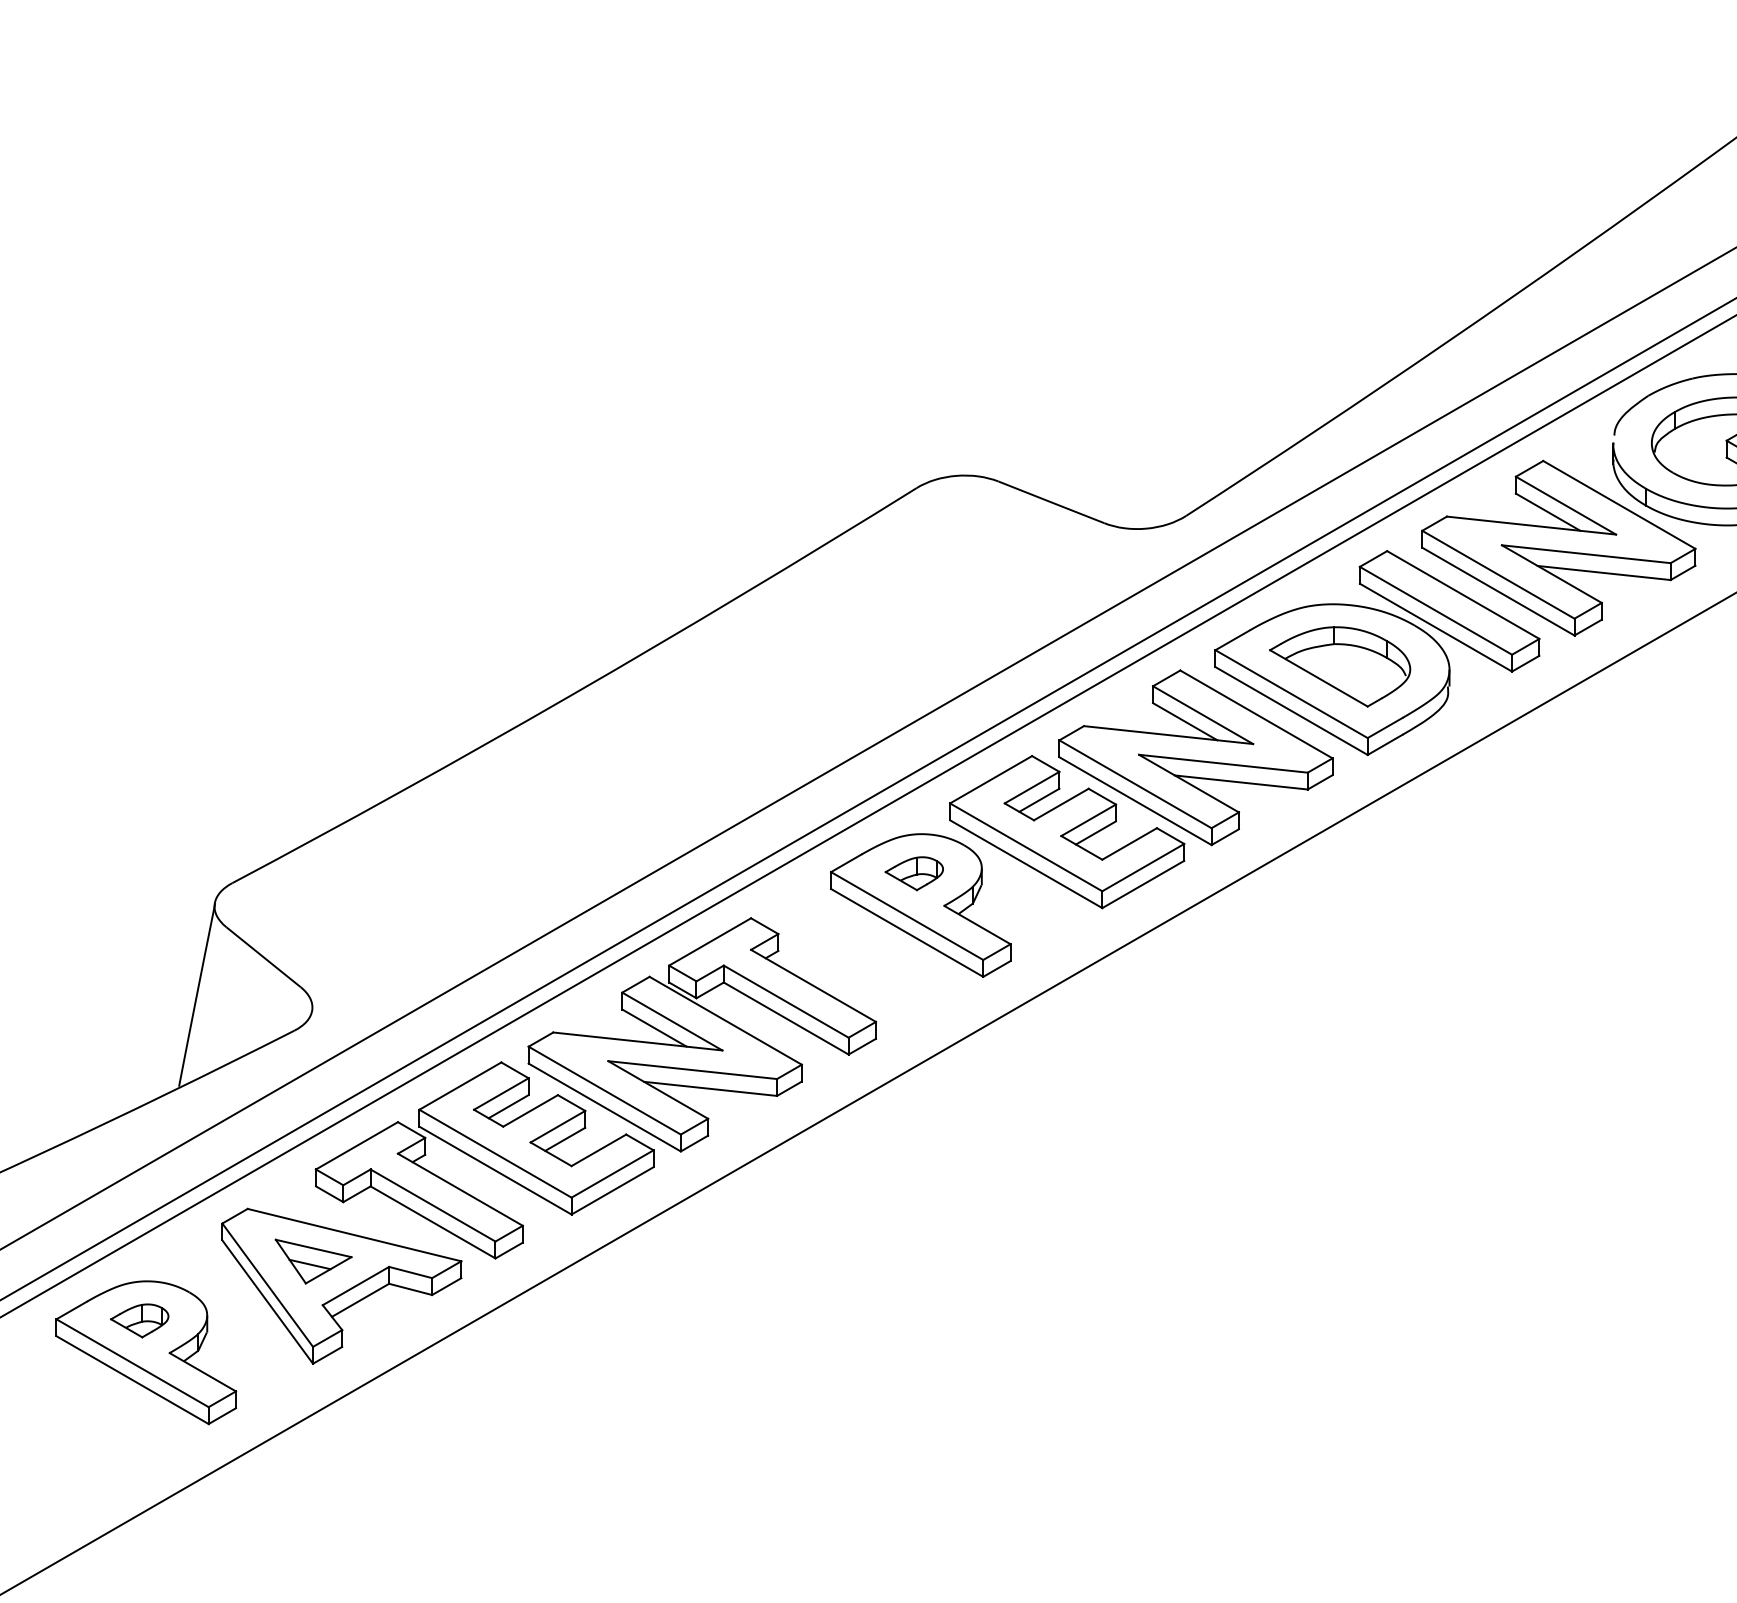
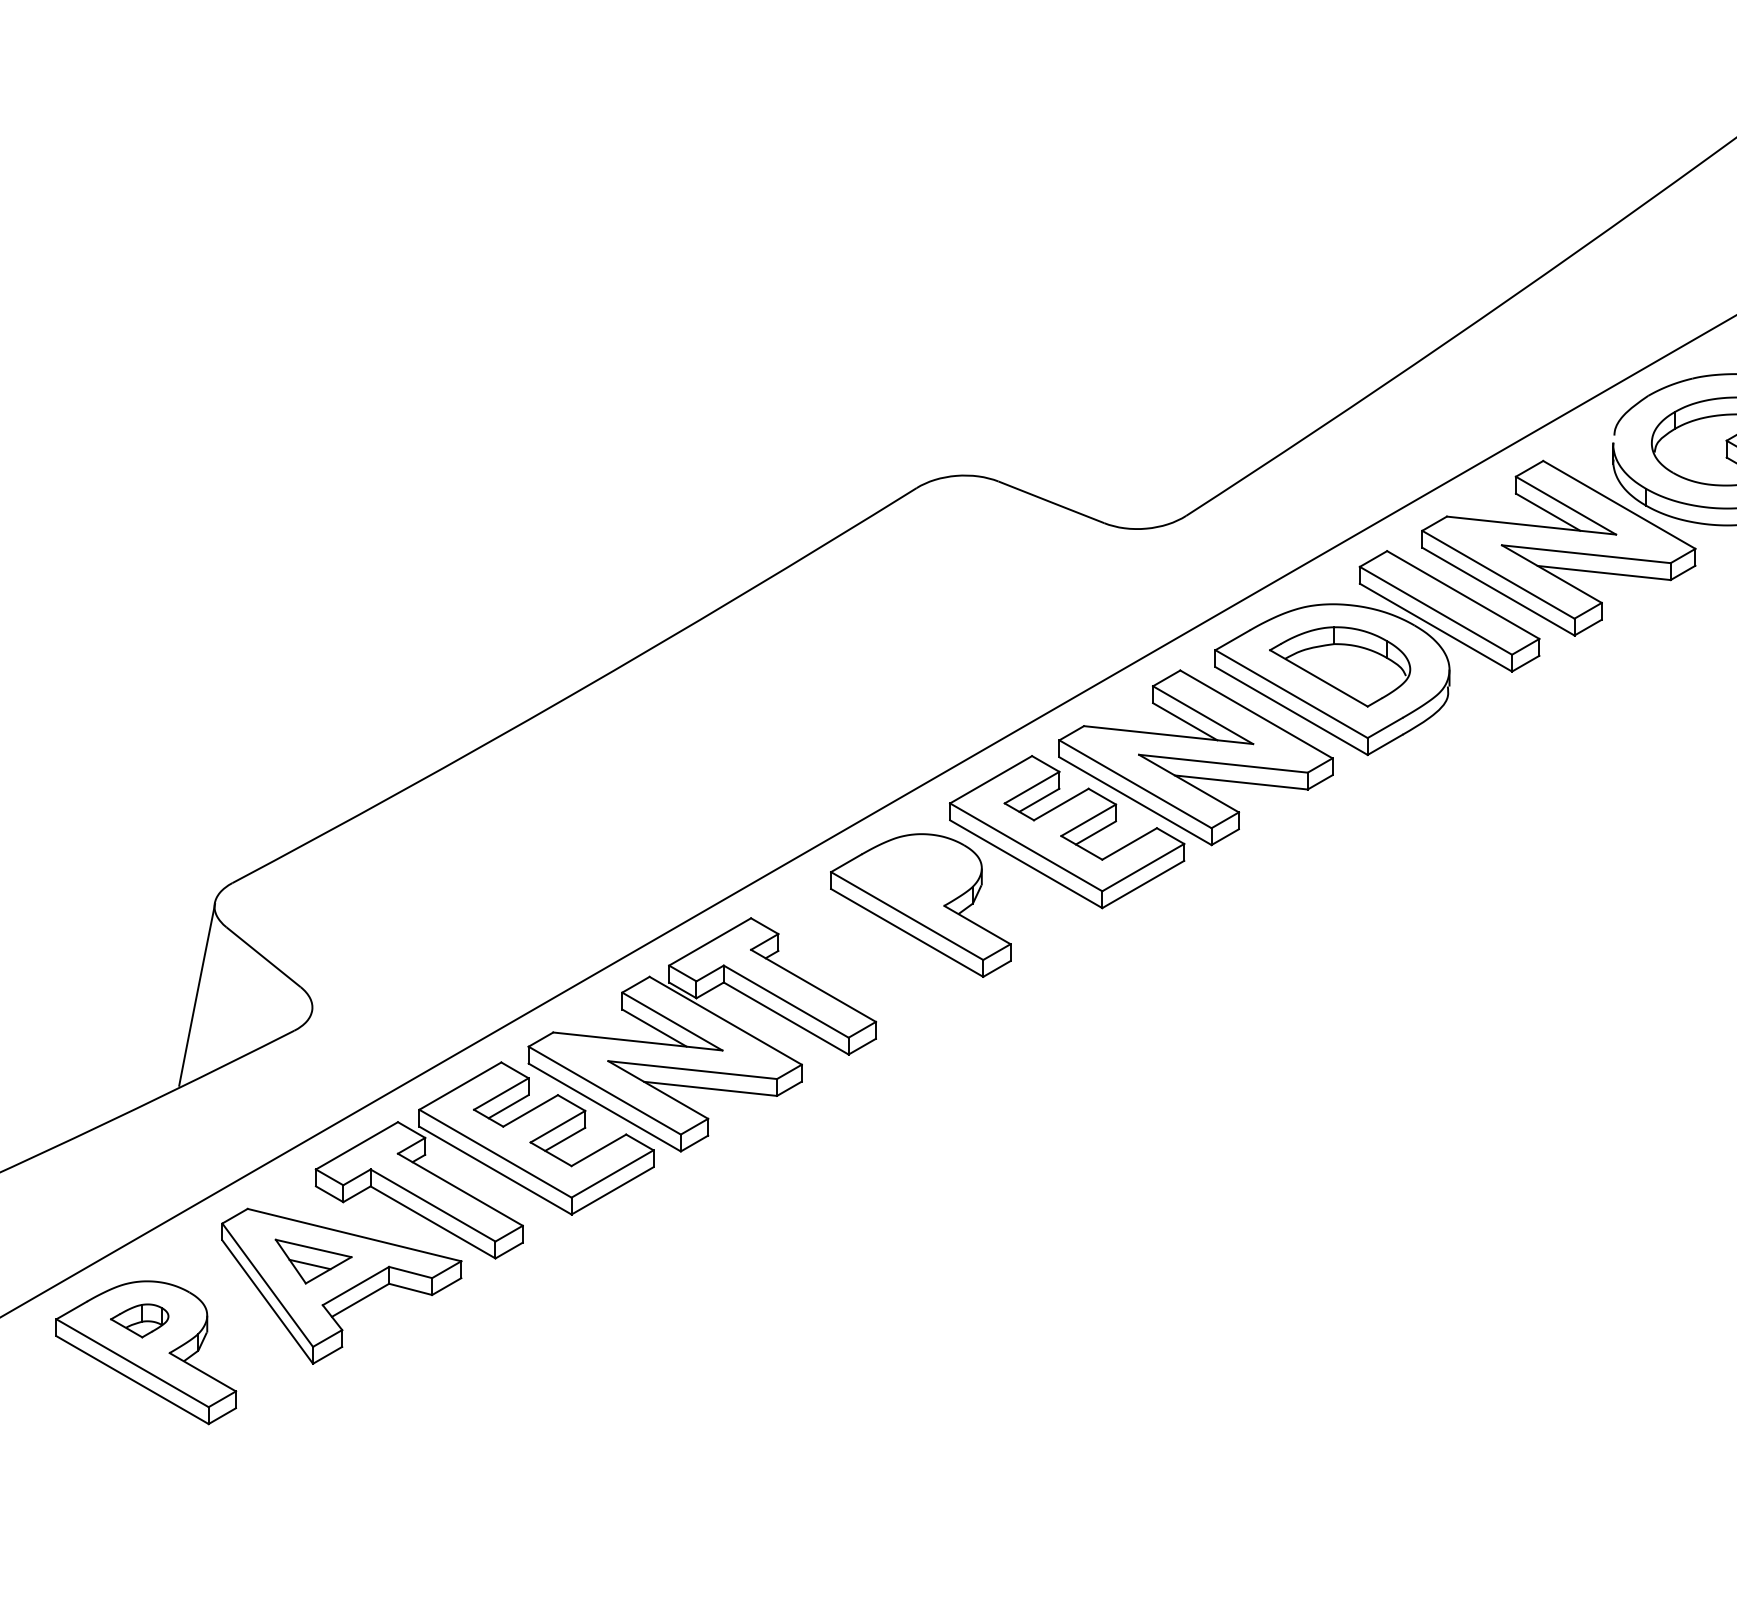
line at (867, 748): present -> none
line at (867, 799): present -> none
part at (913, 873): present -> none
line at (867, 1093): present -> none
